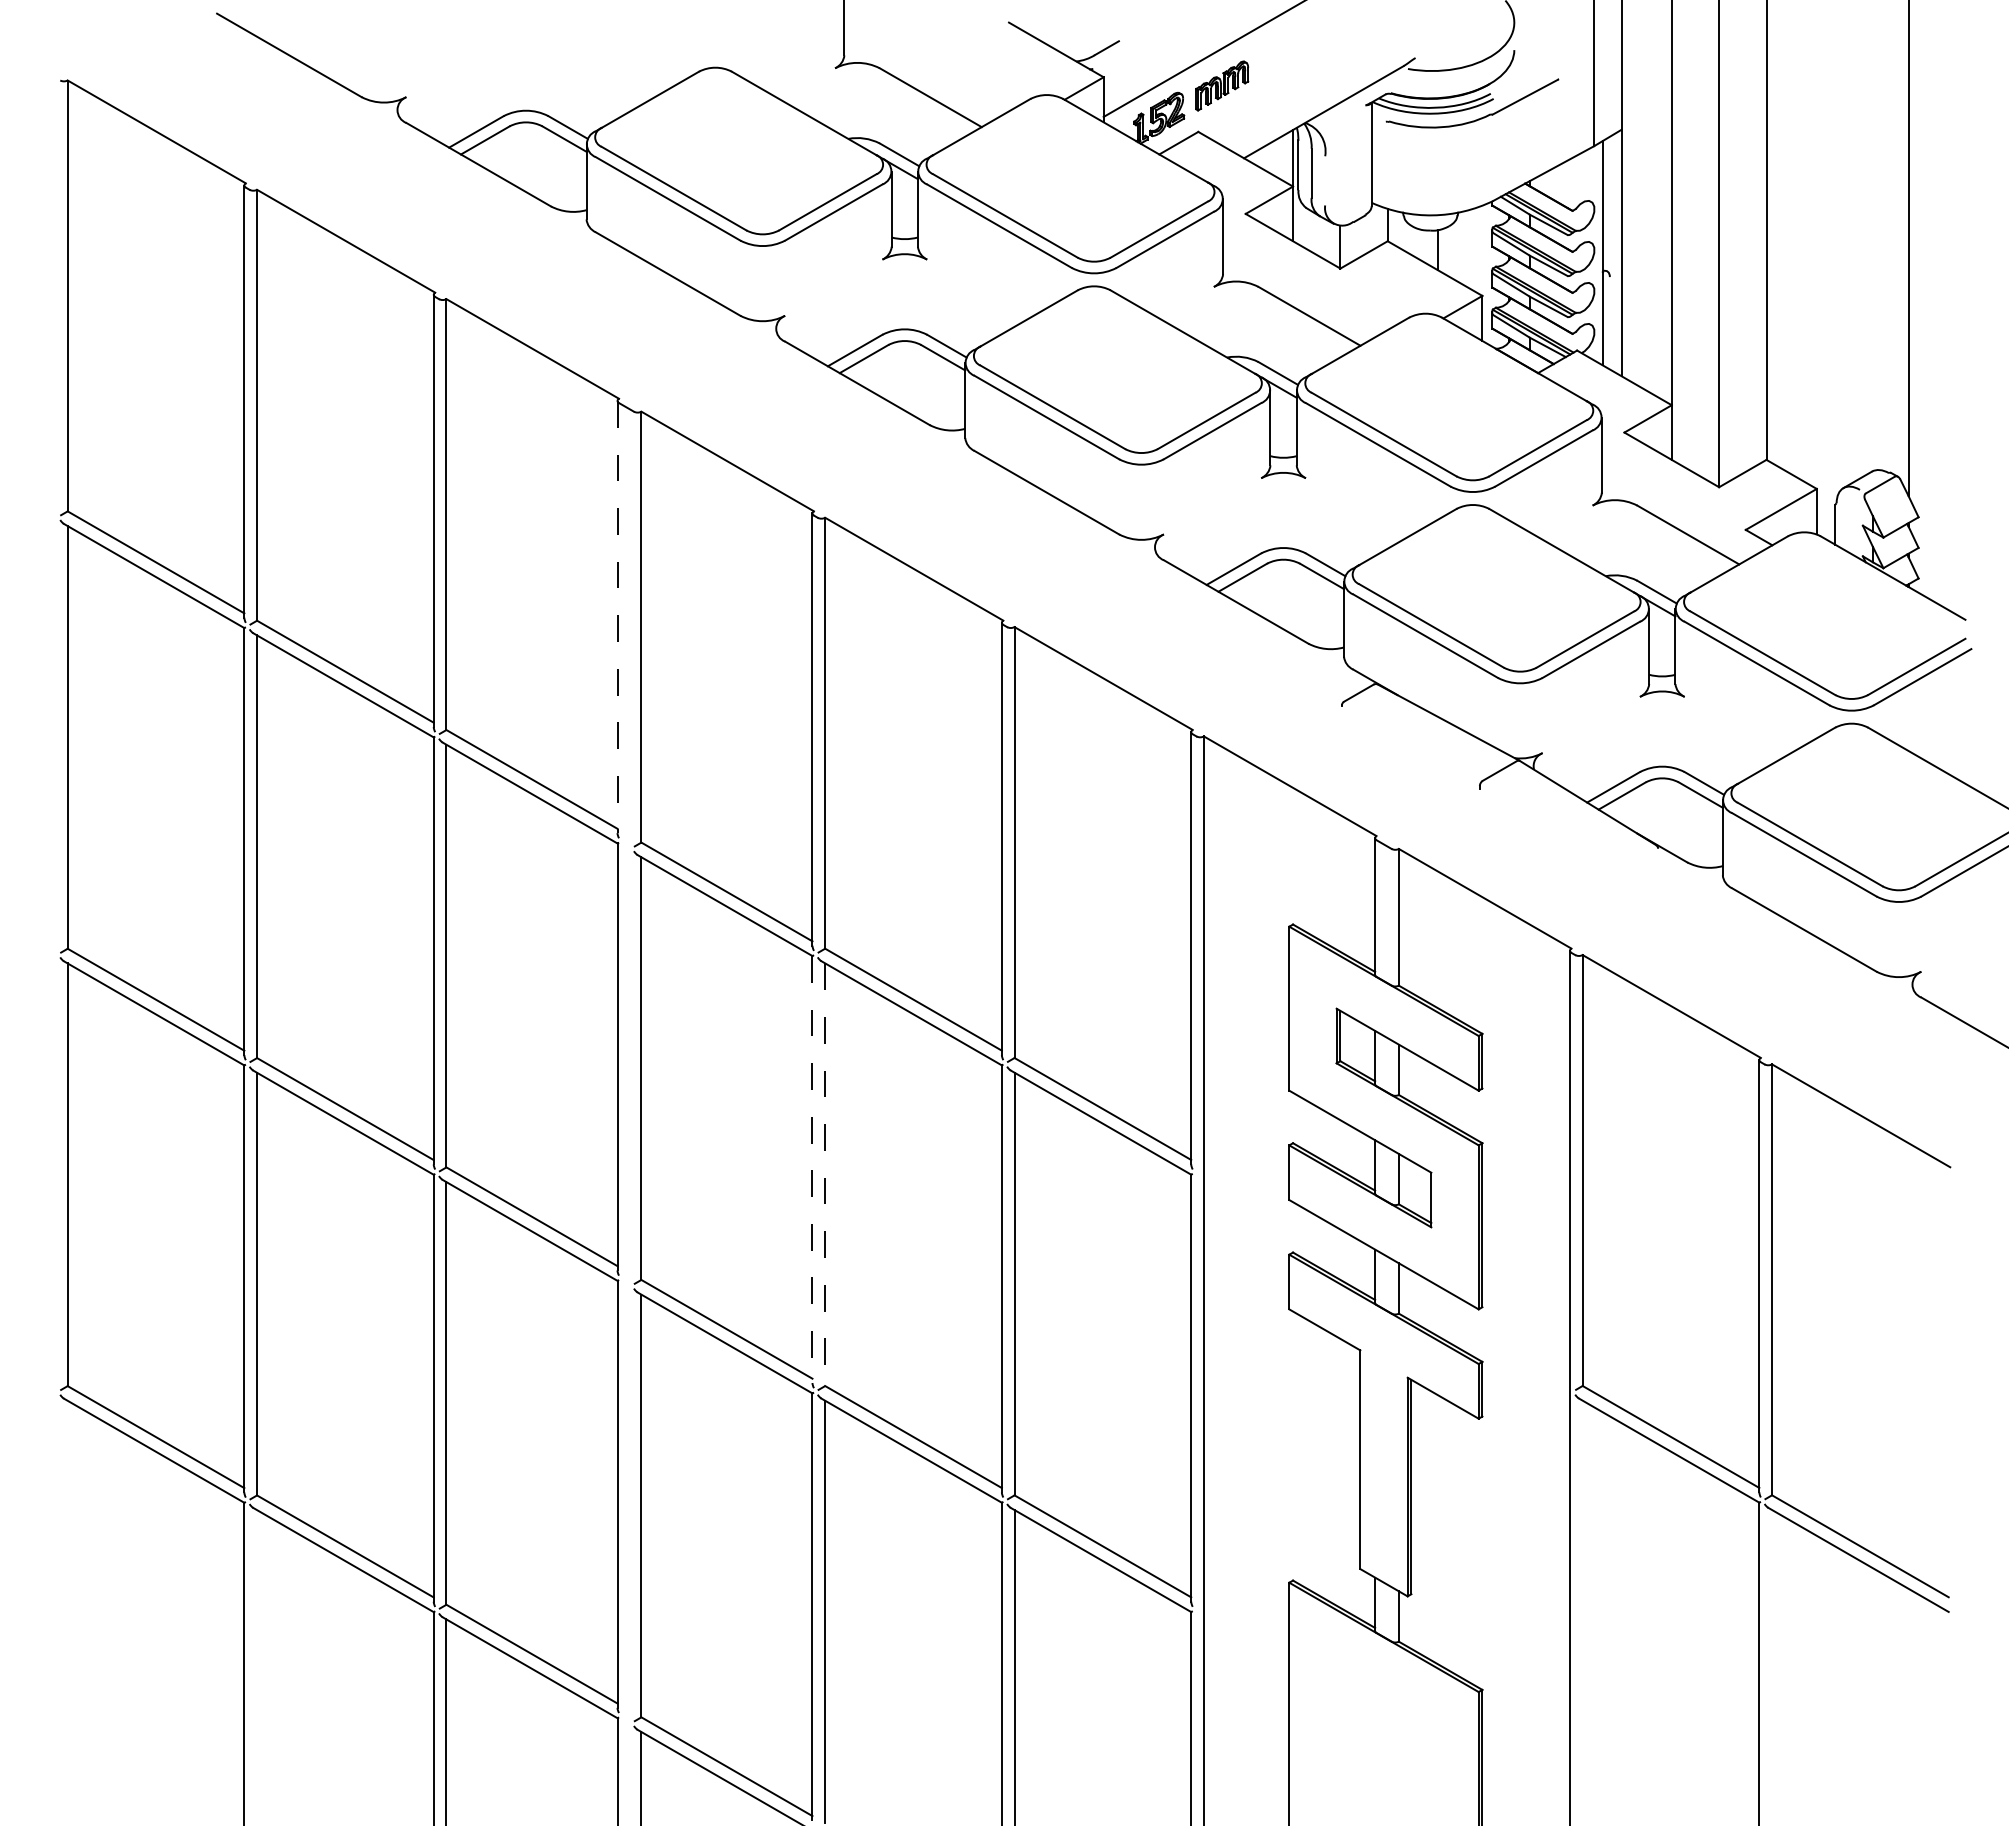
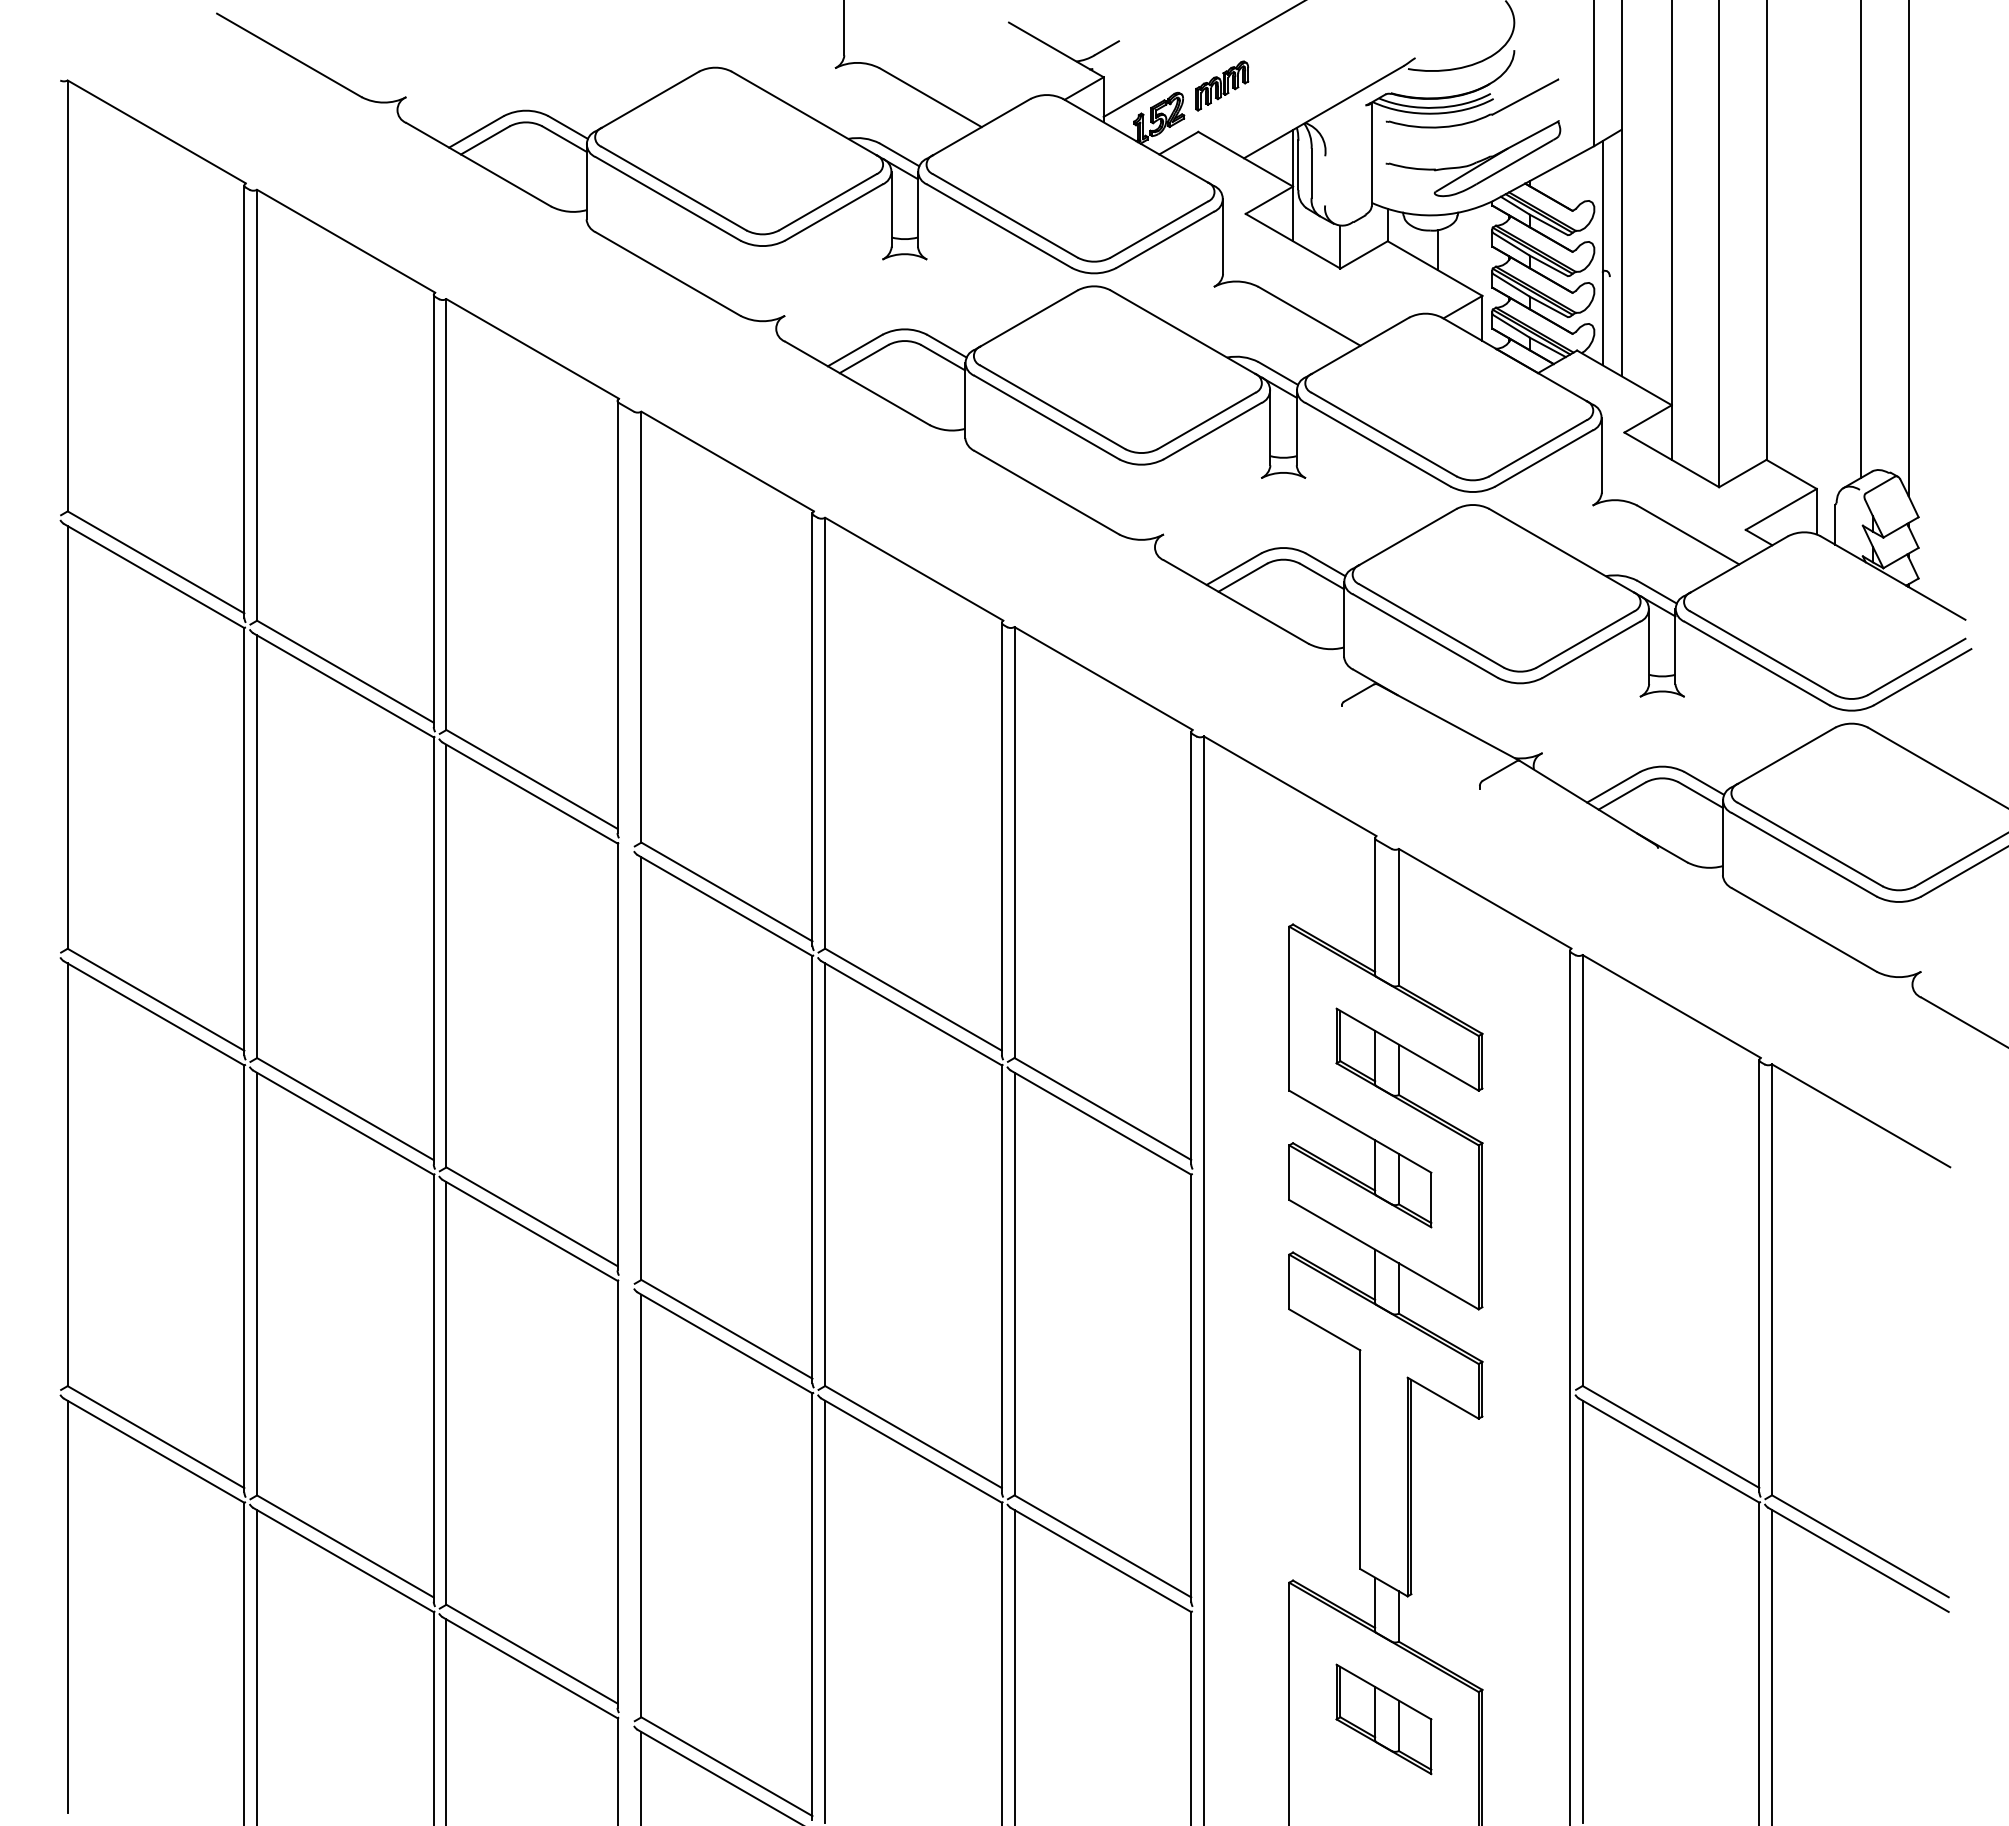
part at (1473, 158): none -> present
line at (1861, 239): none -> present
line at (617, 617): dashed -> solid
line at (812, 1170): dashed -> solid
line at (825, 1175): dashed -> solid
line at (67, 1606): none -> present
line at (1582, 1611): none -> present
line at (257, 1666): none -> present
line at (1772, 1666): none -> present
part at (1383, 1719): none -> present
